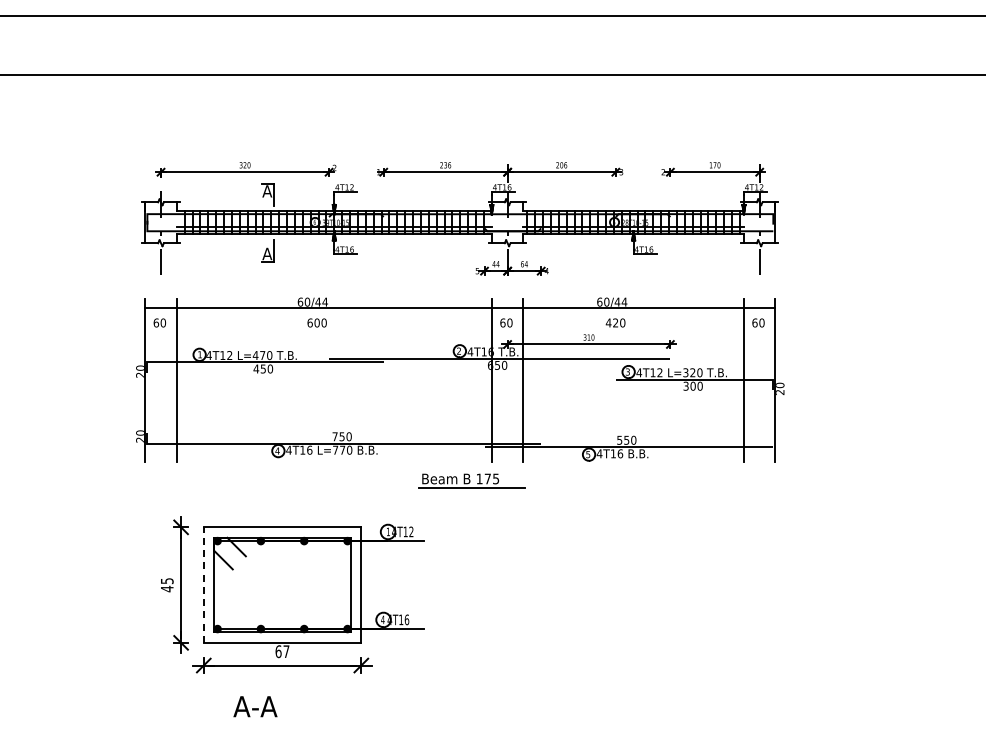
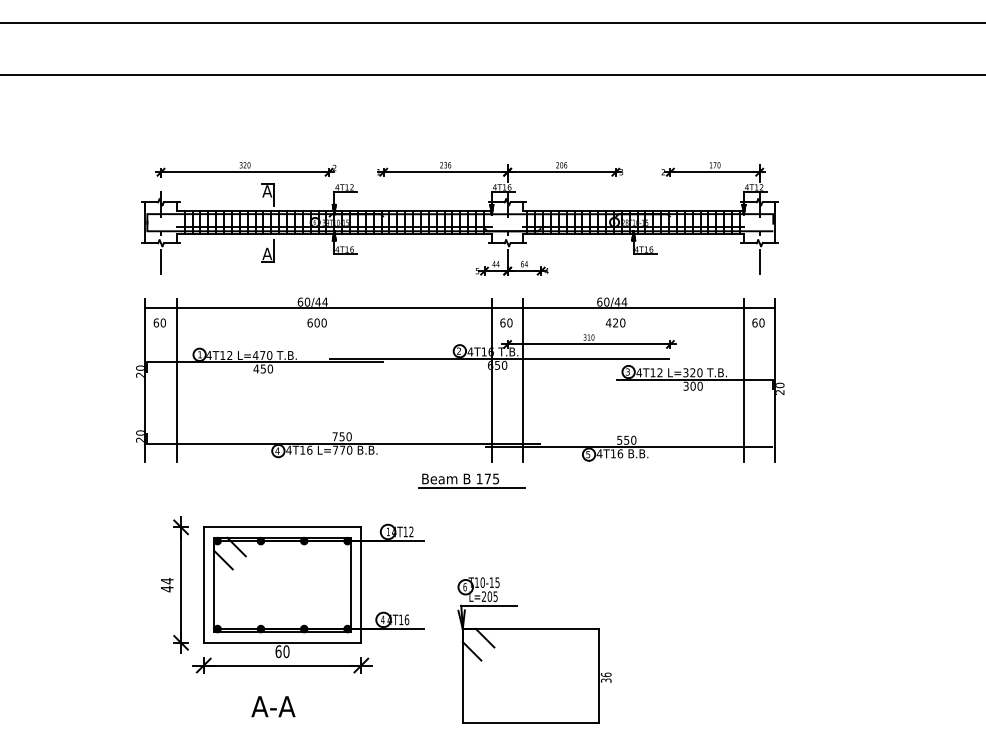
line at (492, 15) position: (492, 15) -> (492, 22)
text at (167, 581): 45 -> 44
line at (203, 585): dashed -> solid
part at (534, 650): none -> present
text at (286, 651): 67 -> 60
text at (255, 706) position: (255, 706) -> (273, 706)
